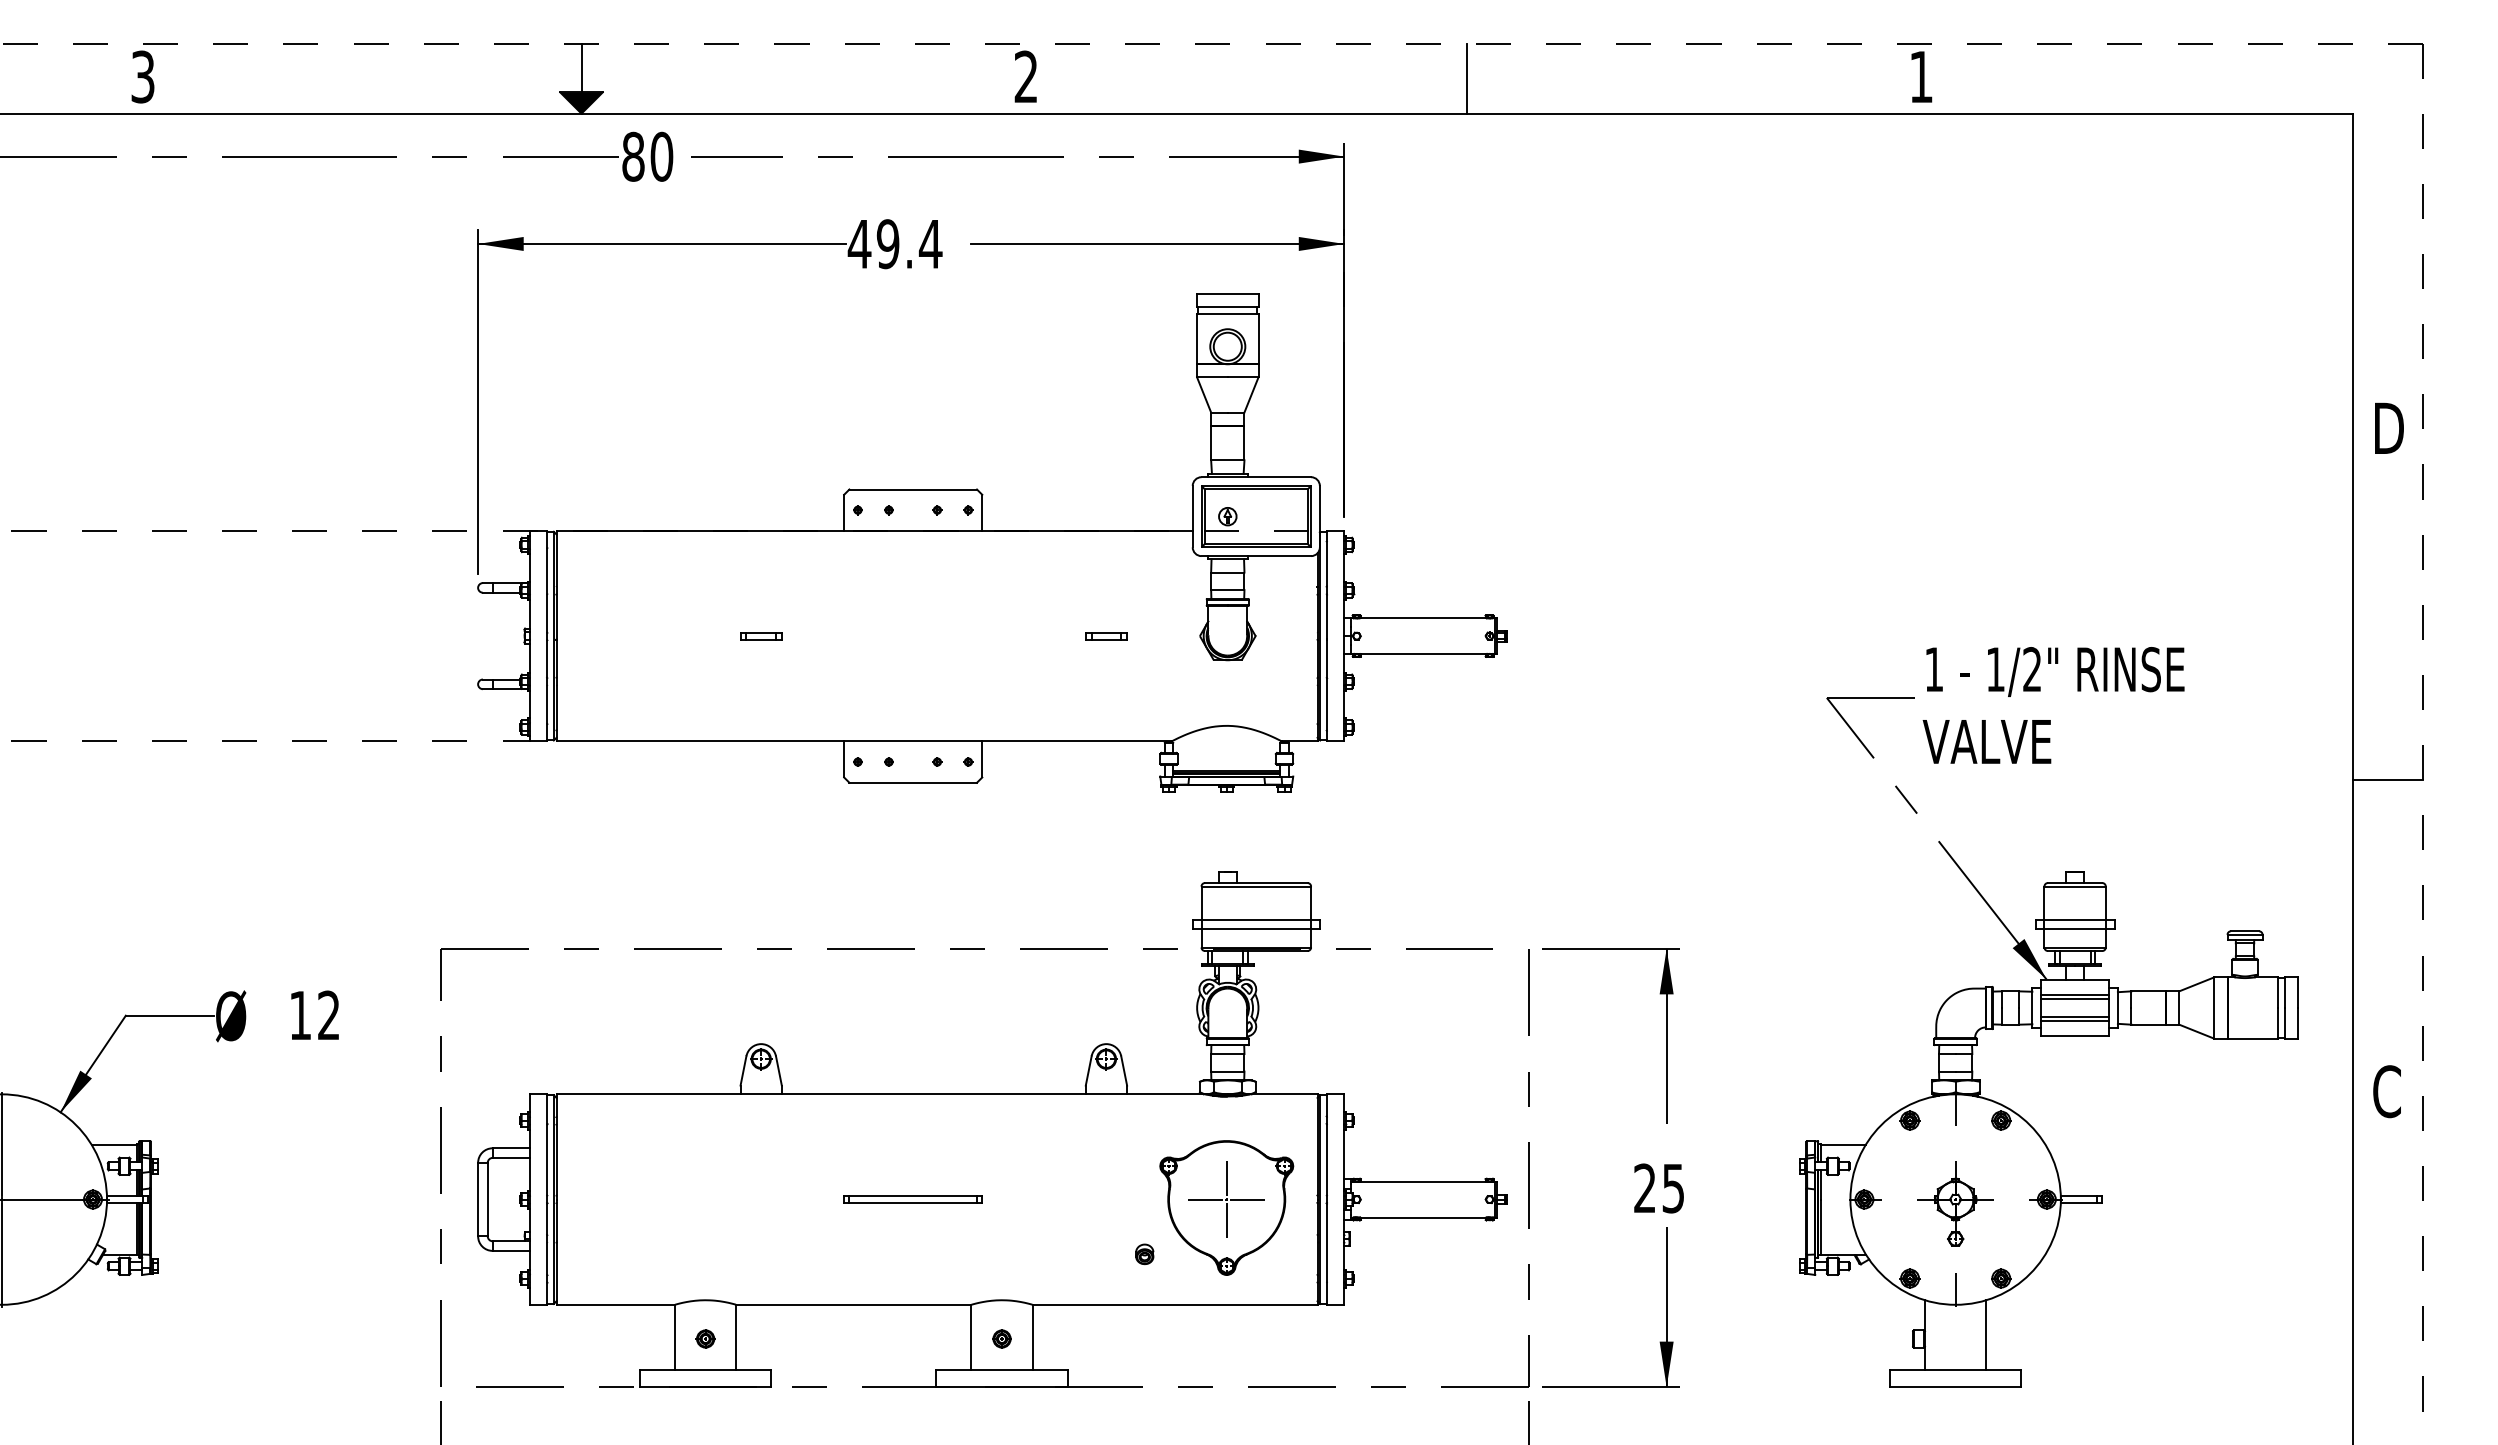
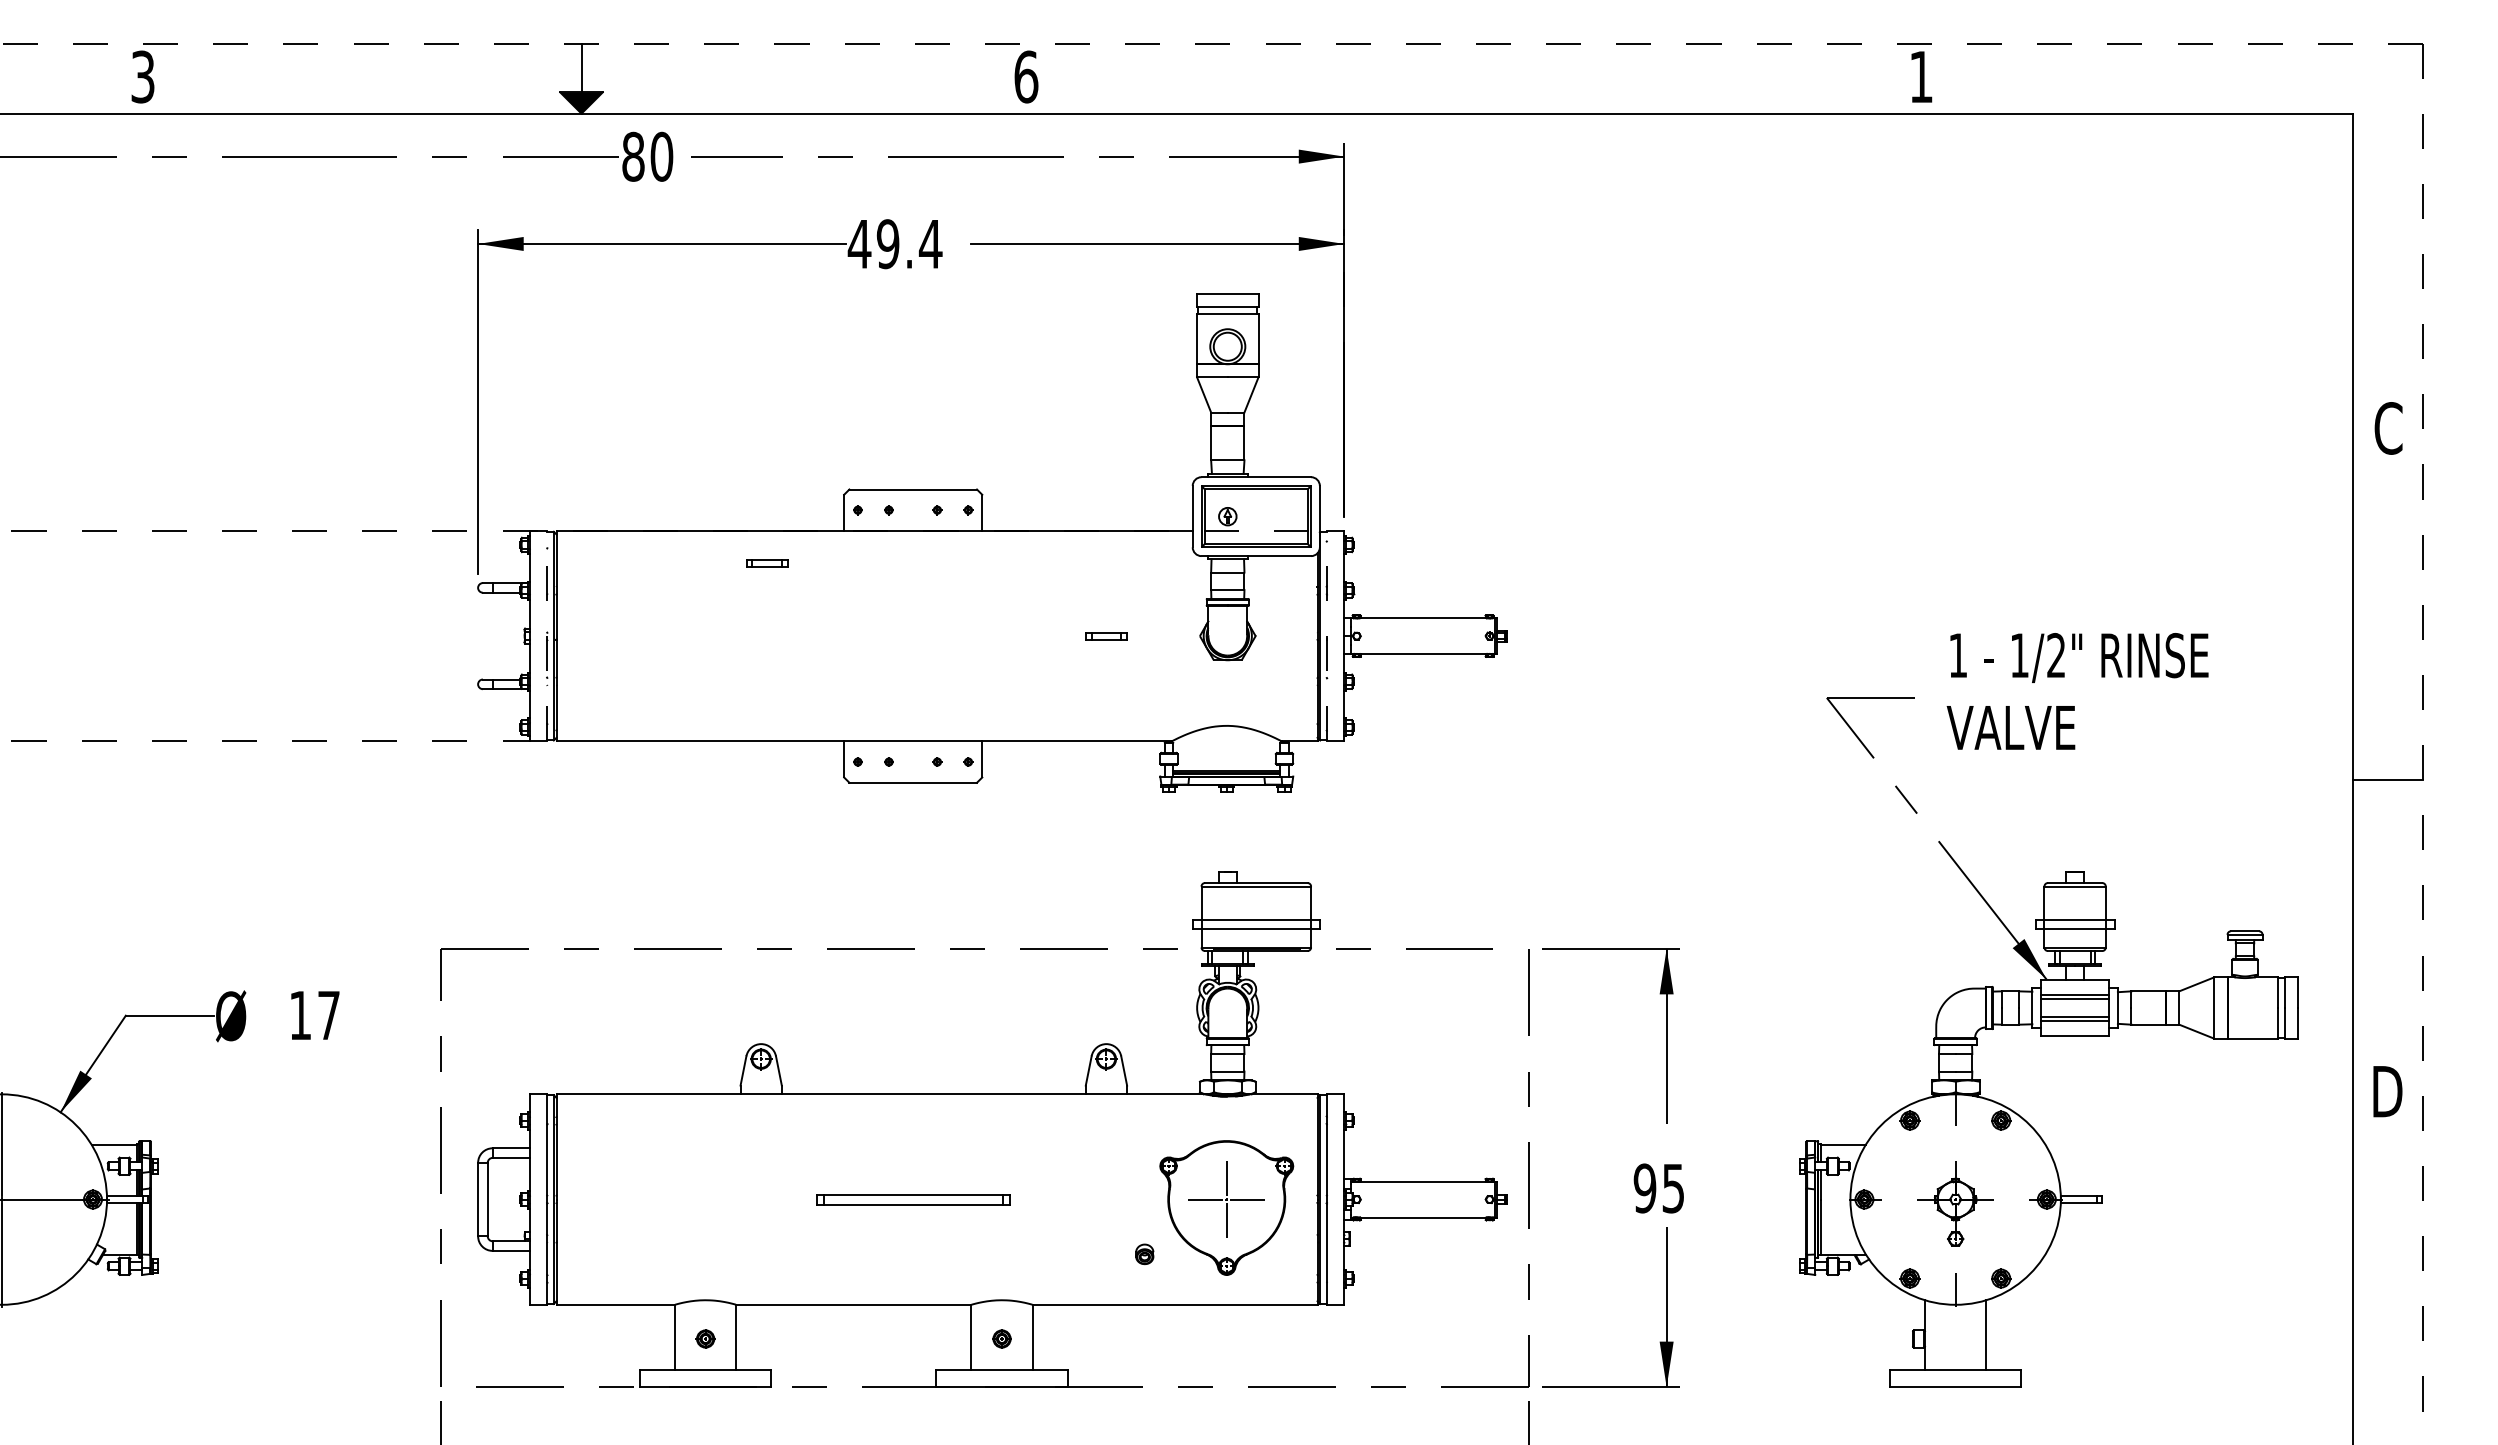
text at (1026, 76): 2 -> 6
line at (1467, 78): present -> none
text at (2388, 428): D -> C
line at (547, 635): solid -> dashed
line at (1326, 635): solid -> dashed
part at (761, 636) position: (761, 636) -> (767, 563)
text at (2053, 705) position: (2053, 705) -> (2077, 691)
text at (328, 1014): 12 -> 17
text at (2387, 1091): C -> D
text at (1644, 1188): 25 -> 95
part at (912, 1199) size: 140x9 px -> 195x12 px
